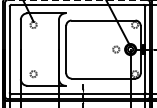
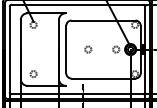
line at (77, 0): dashed -> solid
circle at (88, 49): none -> present
